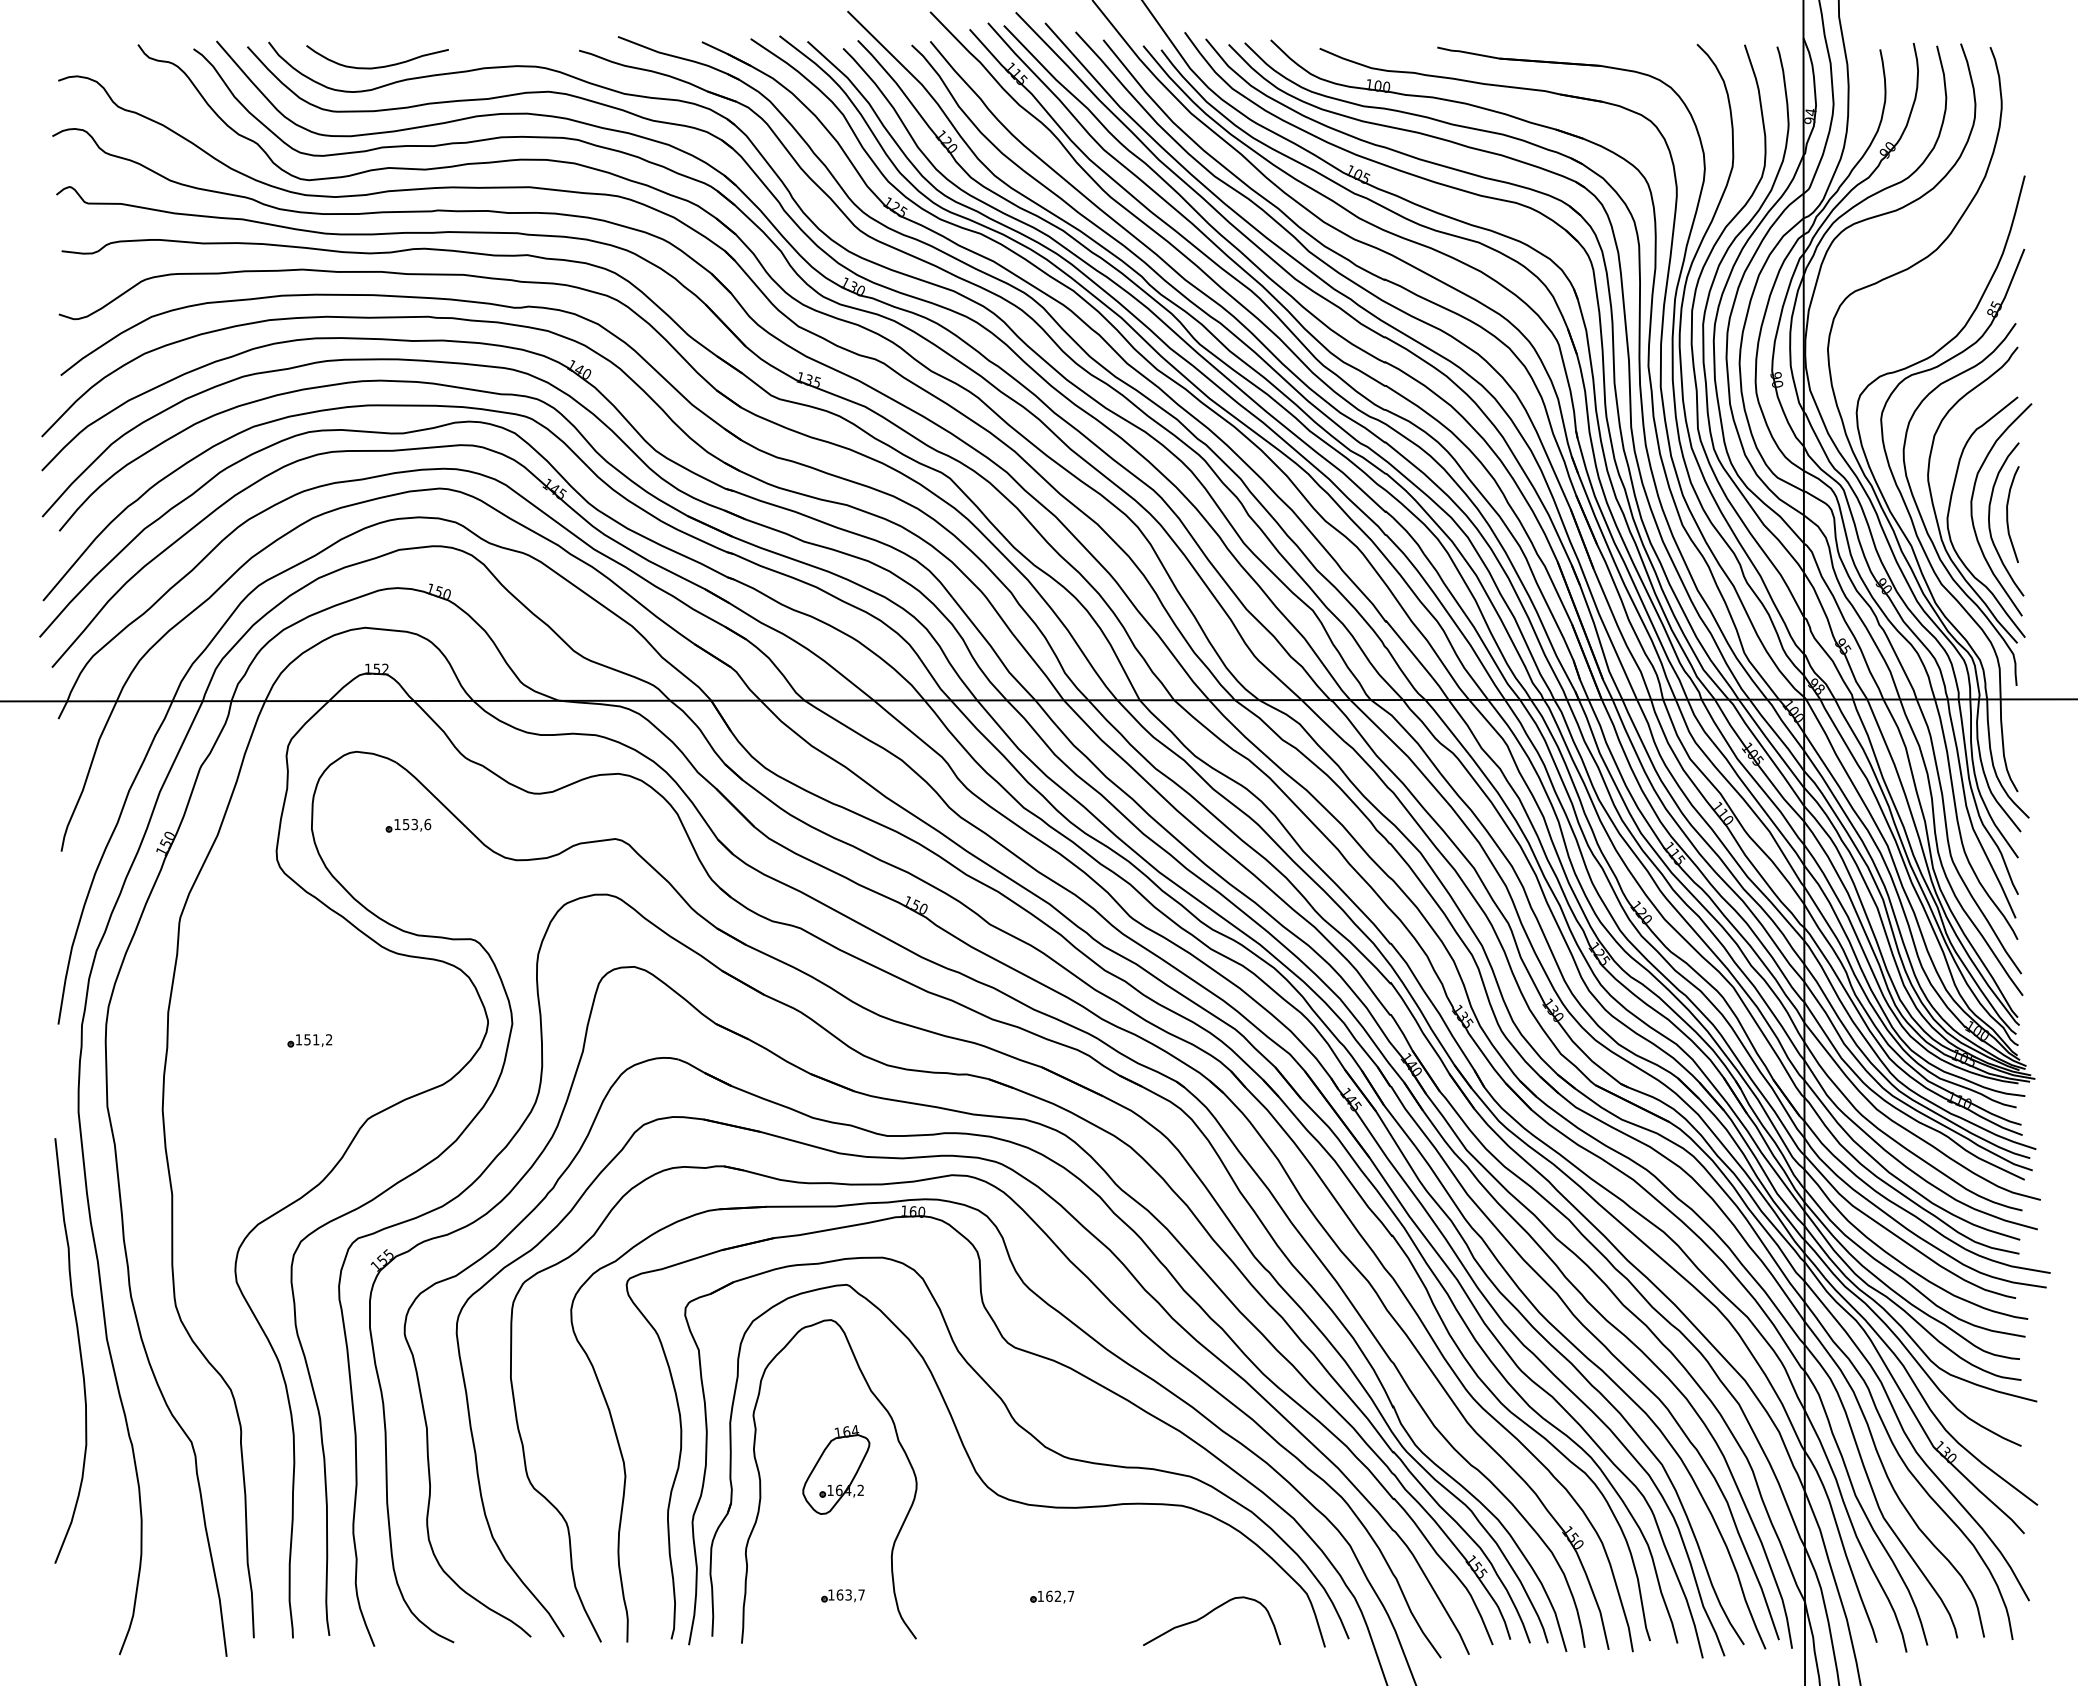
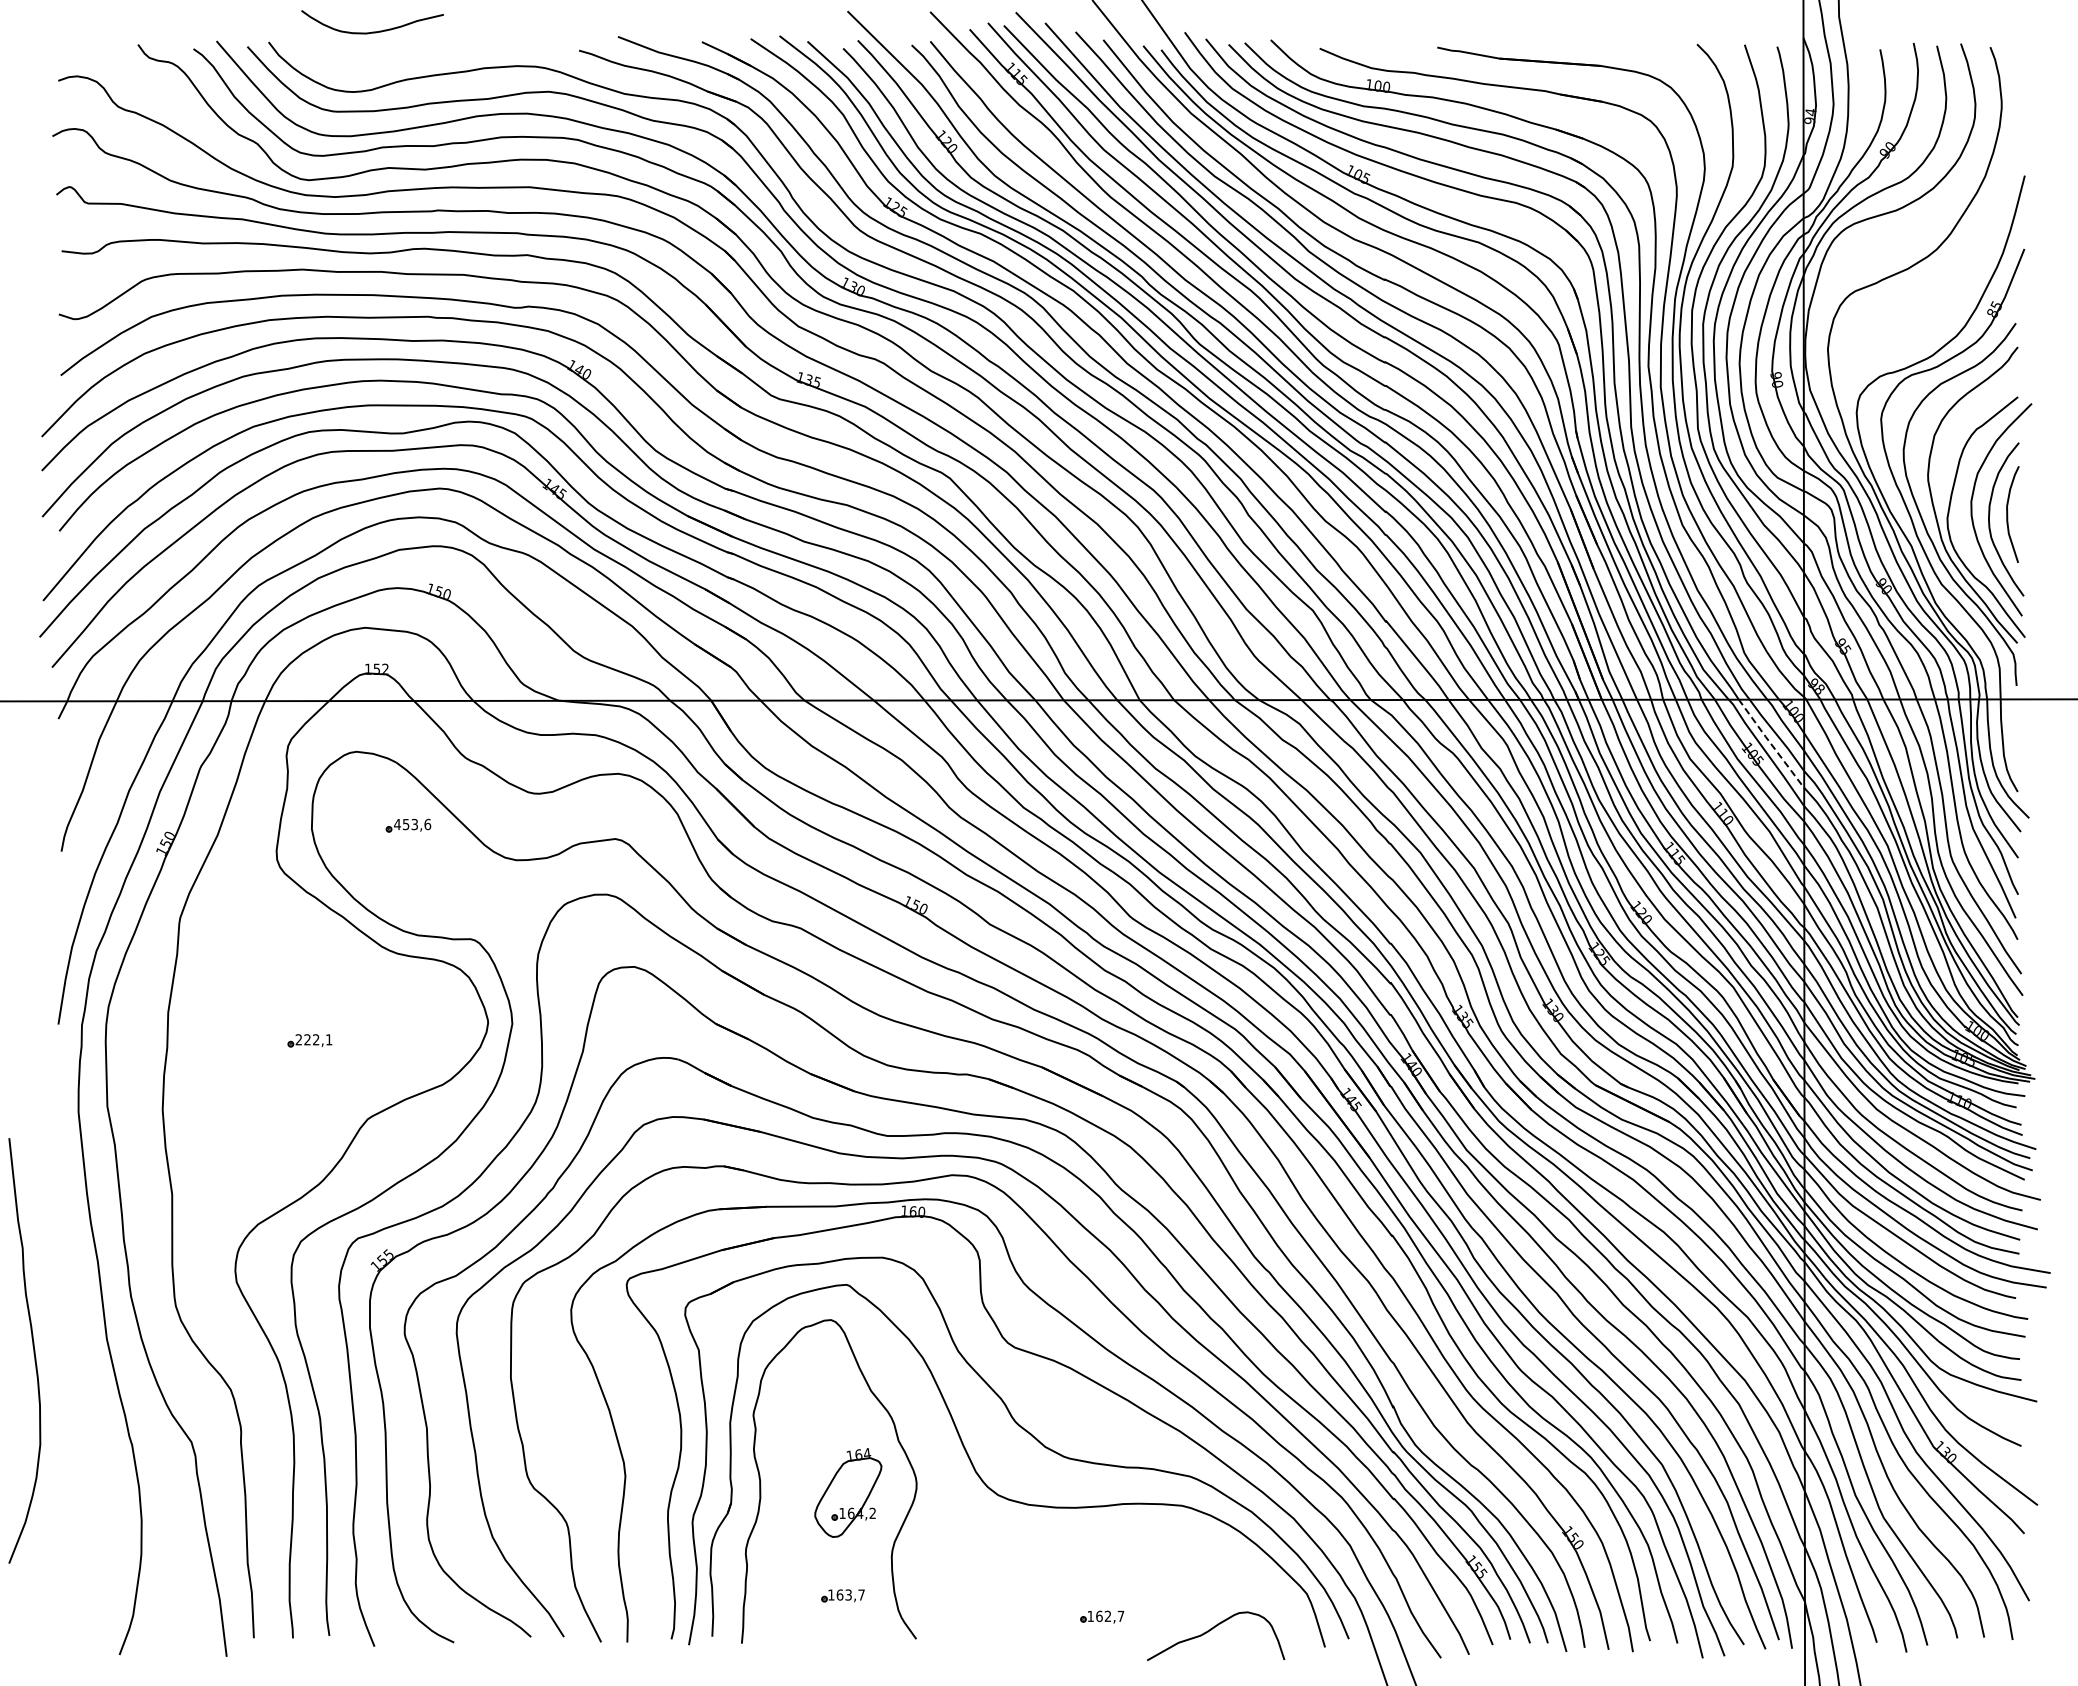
curve at (377, 66) position: (377, 66) -> (372, 31)
line at (1771, 743): solid -> dashed
text at (396, 824): 153,6 -> 453,6
text at (313, 1039): 151,2 -> 222,1
curve at (78, 1346) position: (78, 1346) -> (32, 1346)
part at (836, 1469) position: (836, 1469) -> (848, 1492)
part at (1052, 1596) position: (1052, 1596) -> (1102, 1616)
curve at (1207, 1615) position: (1207, 1615) -> (1211, 1630)
